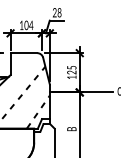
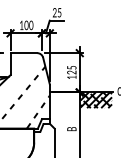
text at (59, 12): 28 -> 25
text at (31, 25): 104 -> 100
hatch at (96, 100): none -> present
